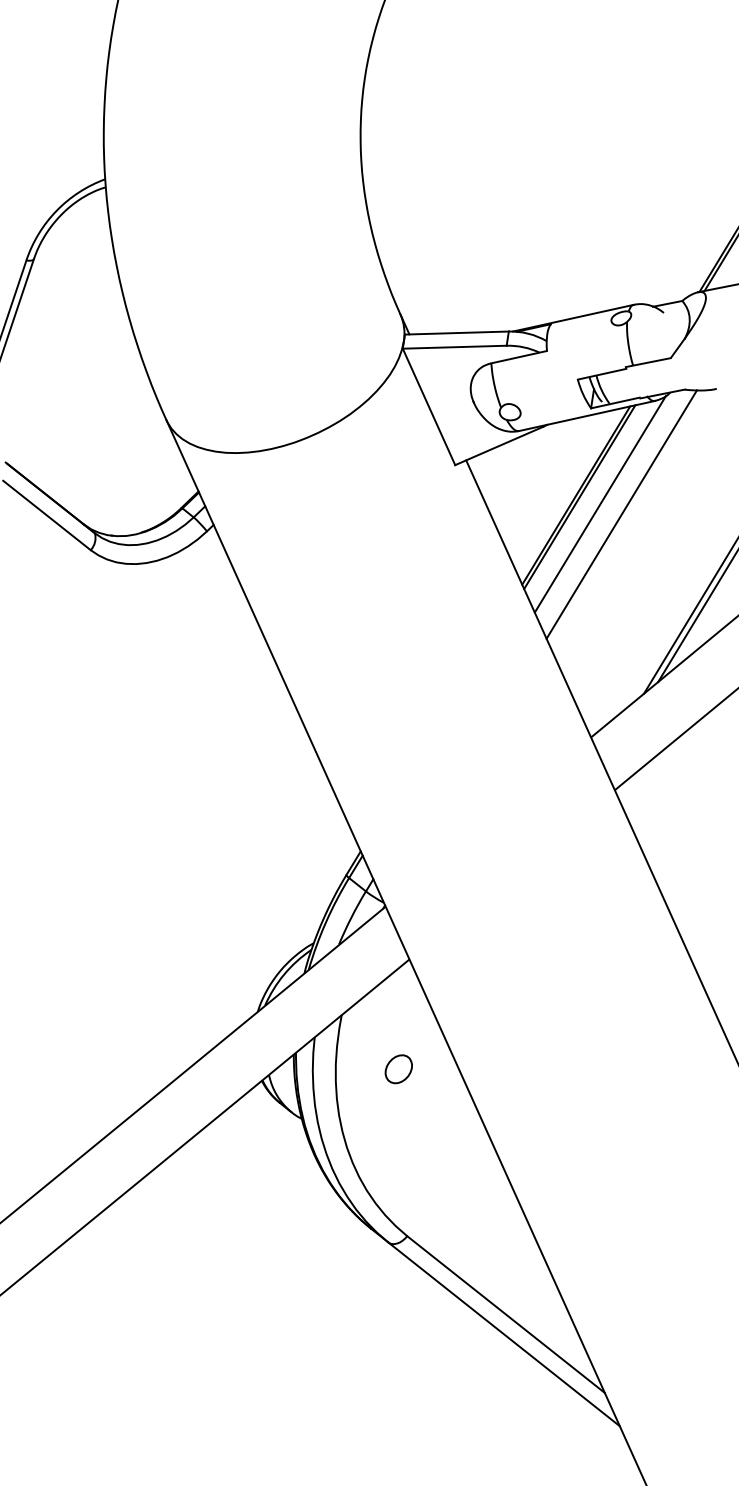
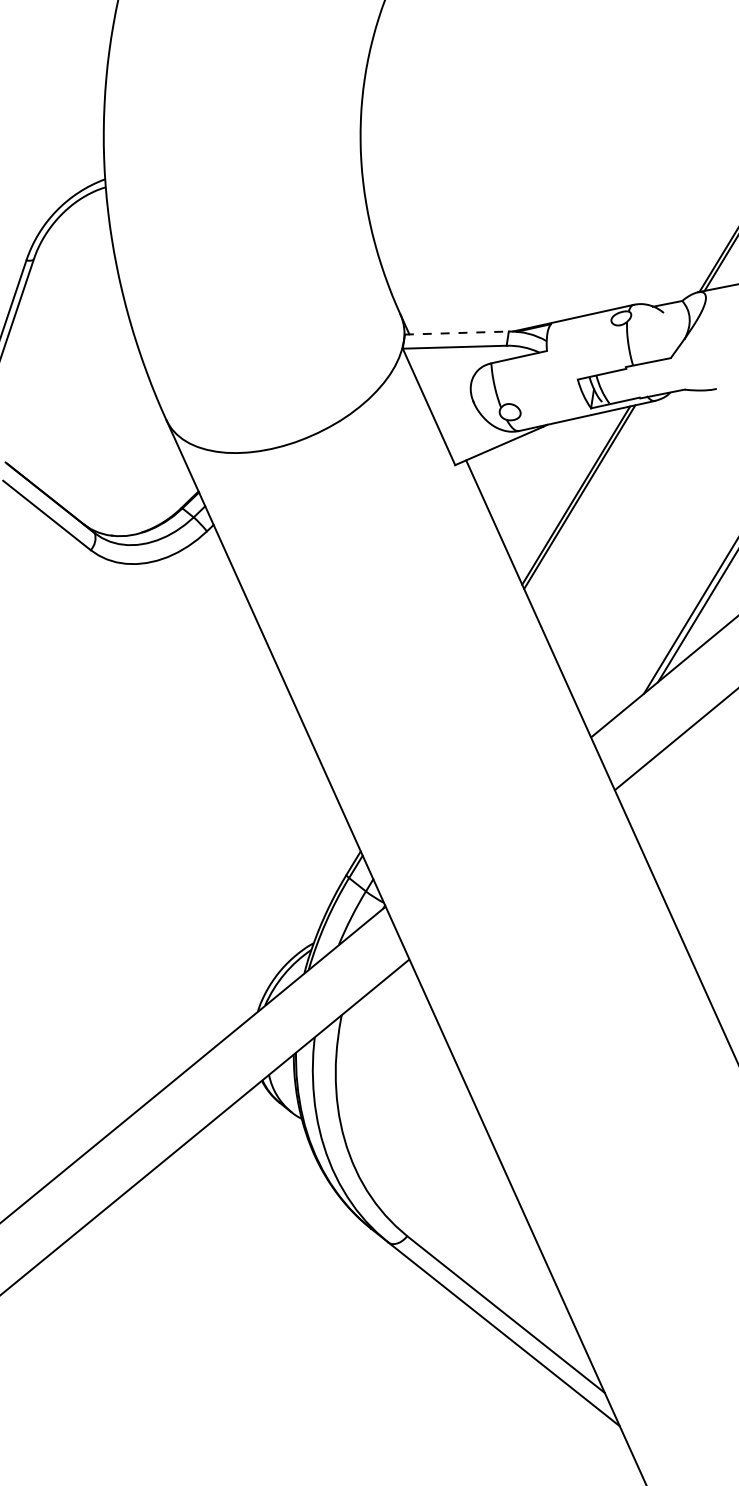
line at (456, 333): solid -> dashed
line at (600, 503): present -> none
line at (621, 514): present -> none
part at (398, 1069): present -> none
